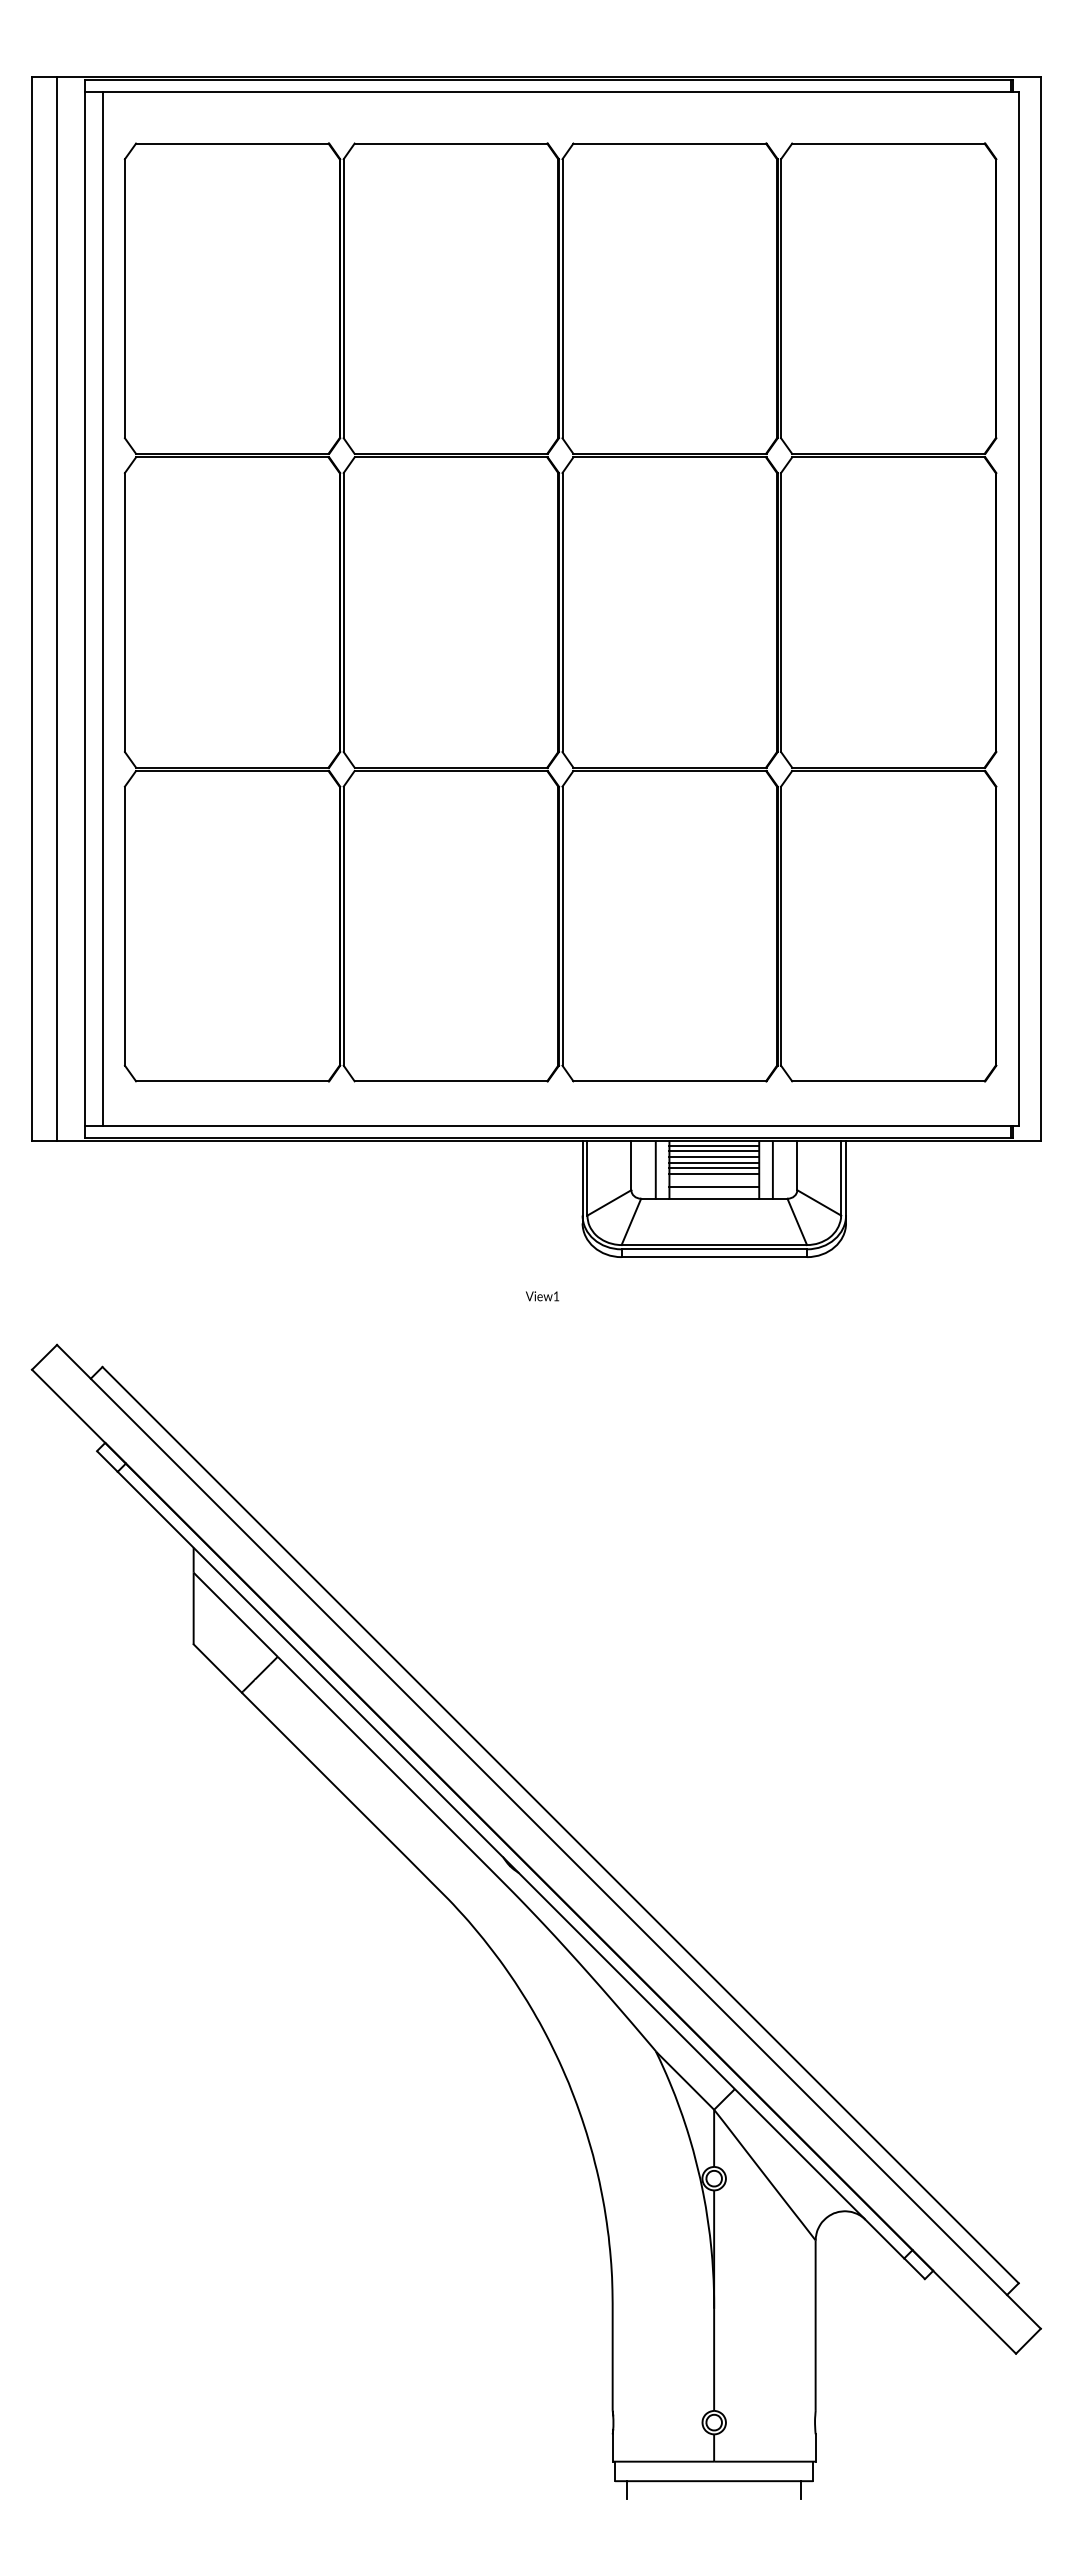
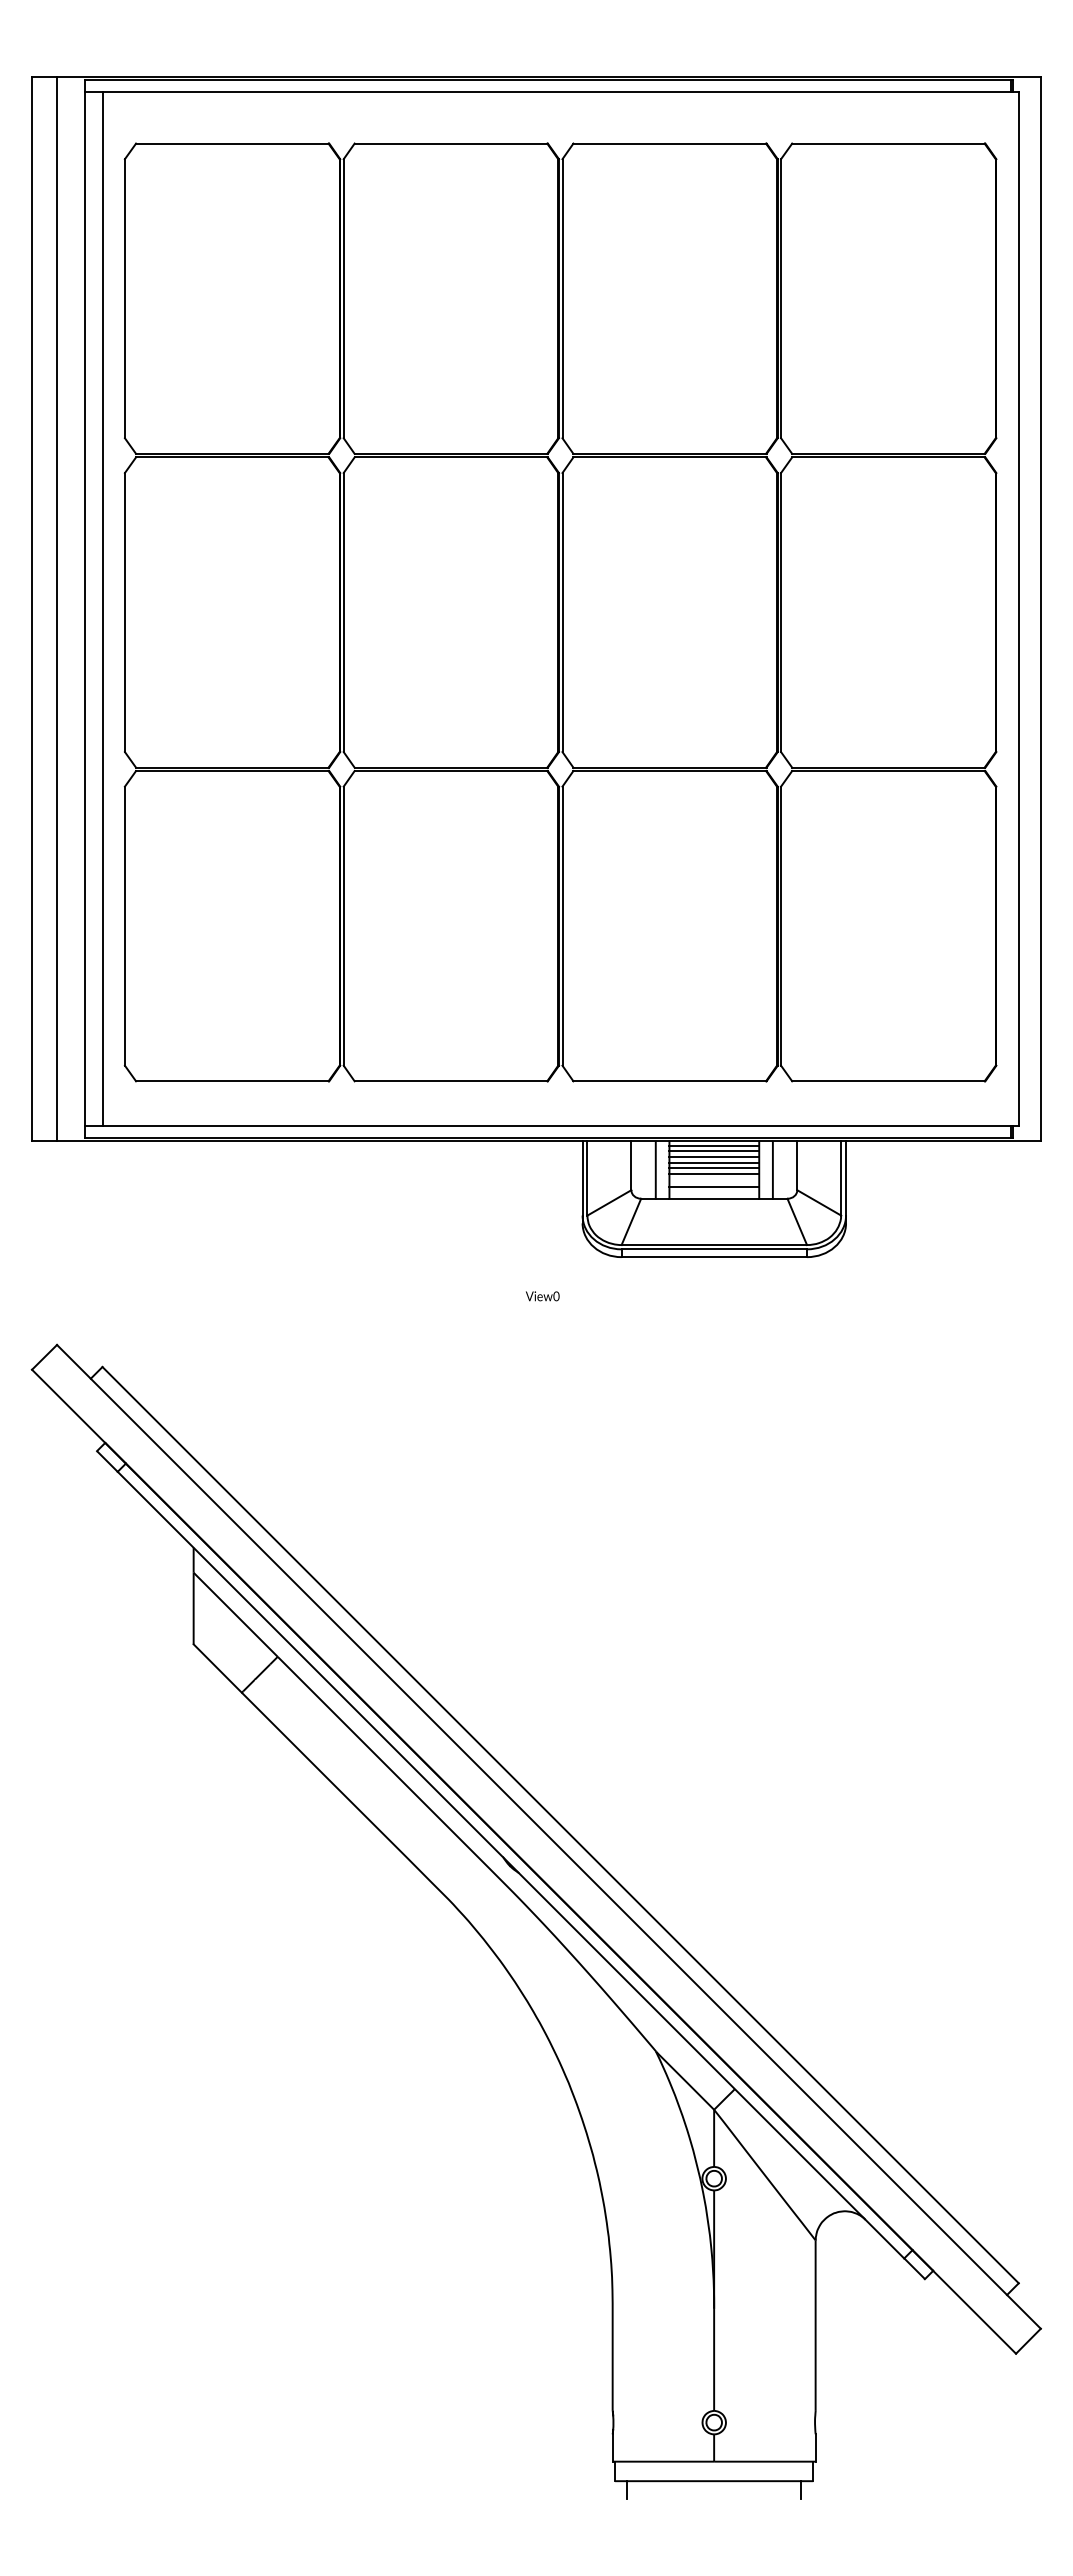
text at (556, 1296): View1 -> View0
